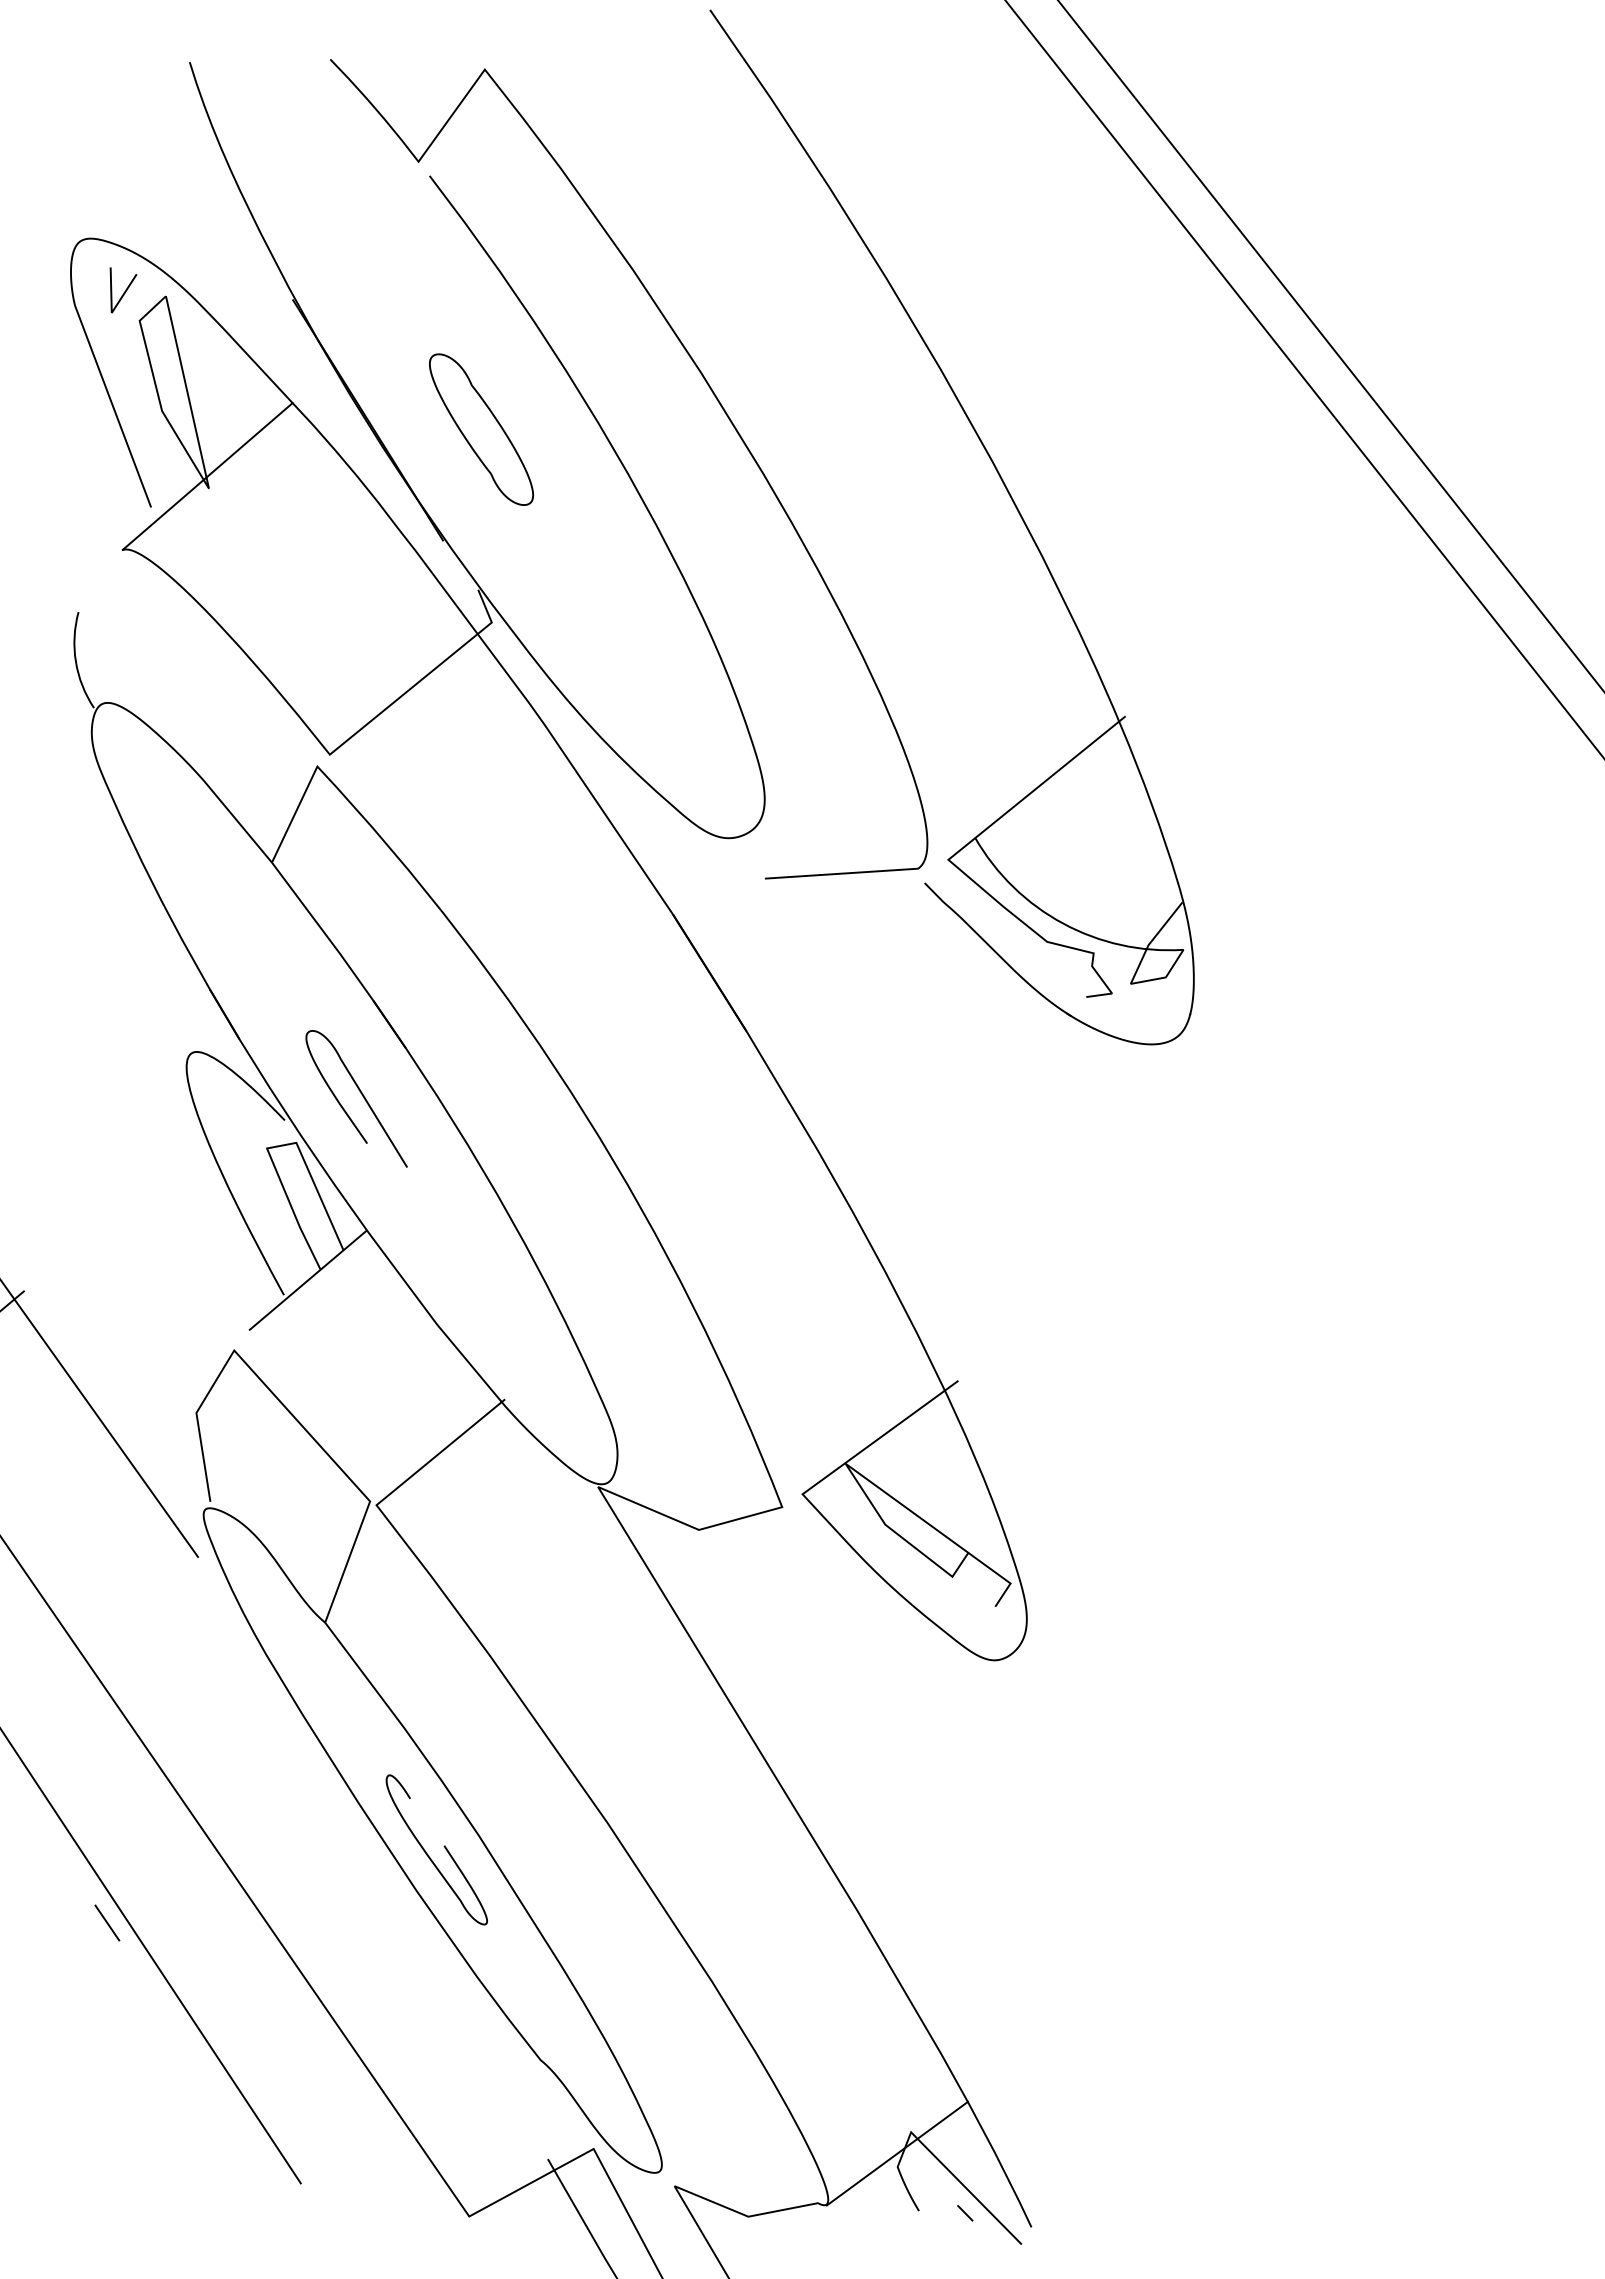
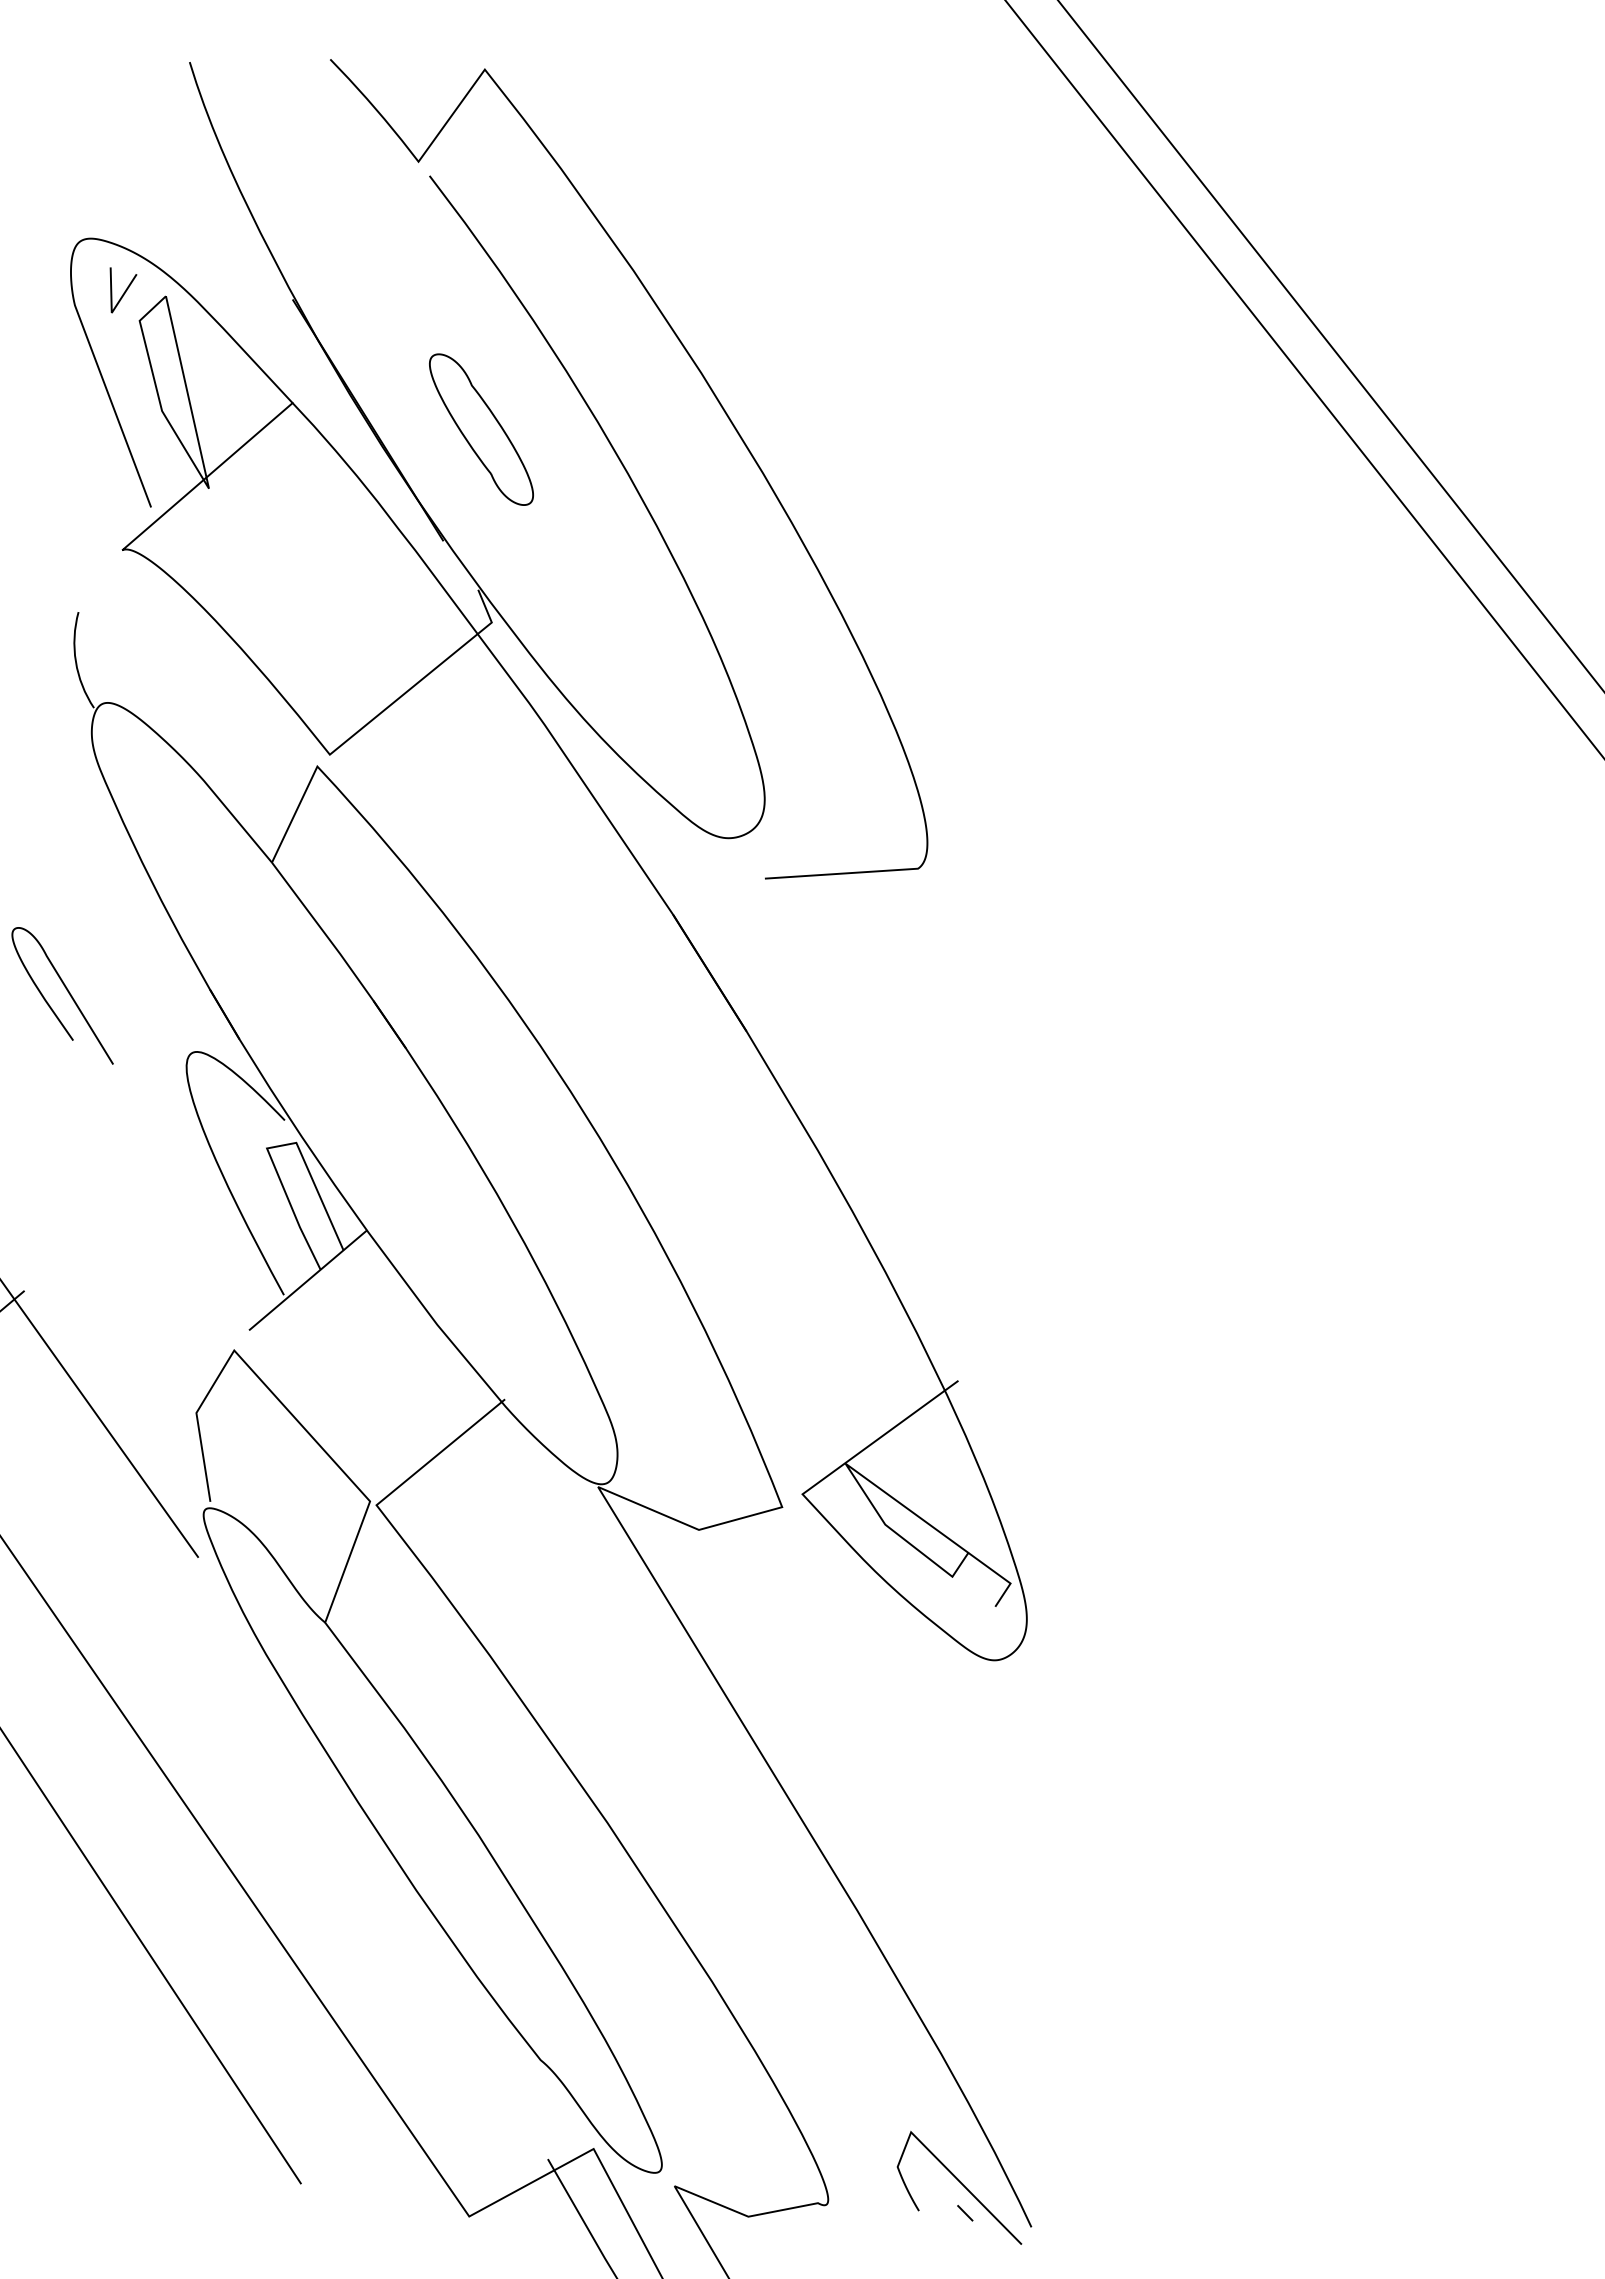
part at (1010, 498): present -> none
curve at (362, 1096) position: (362, 1096) -> (68, 993)
curve at (443, 1846): present -> none
line at (107, 1922): present -> none
line at (896, 2153): present -> none
